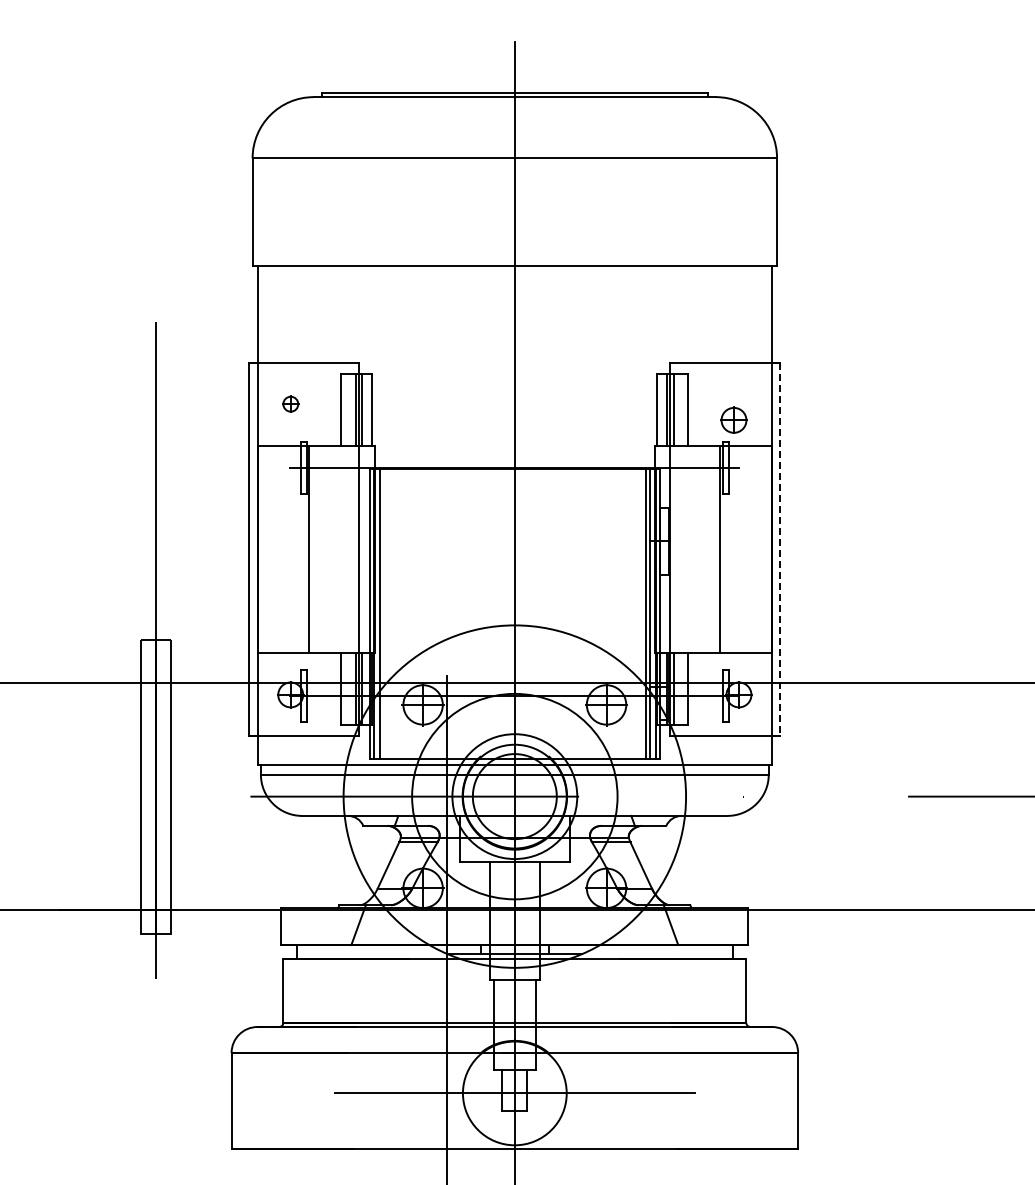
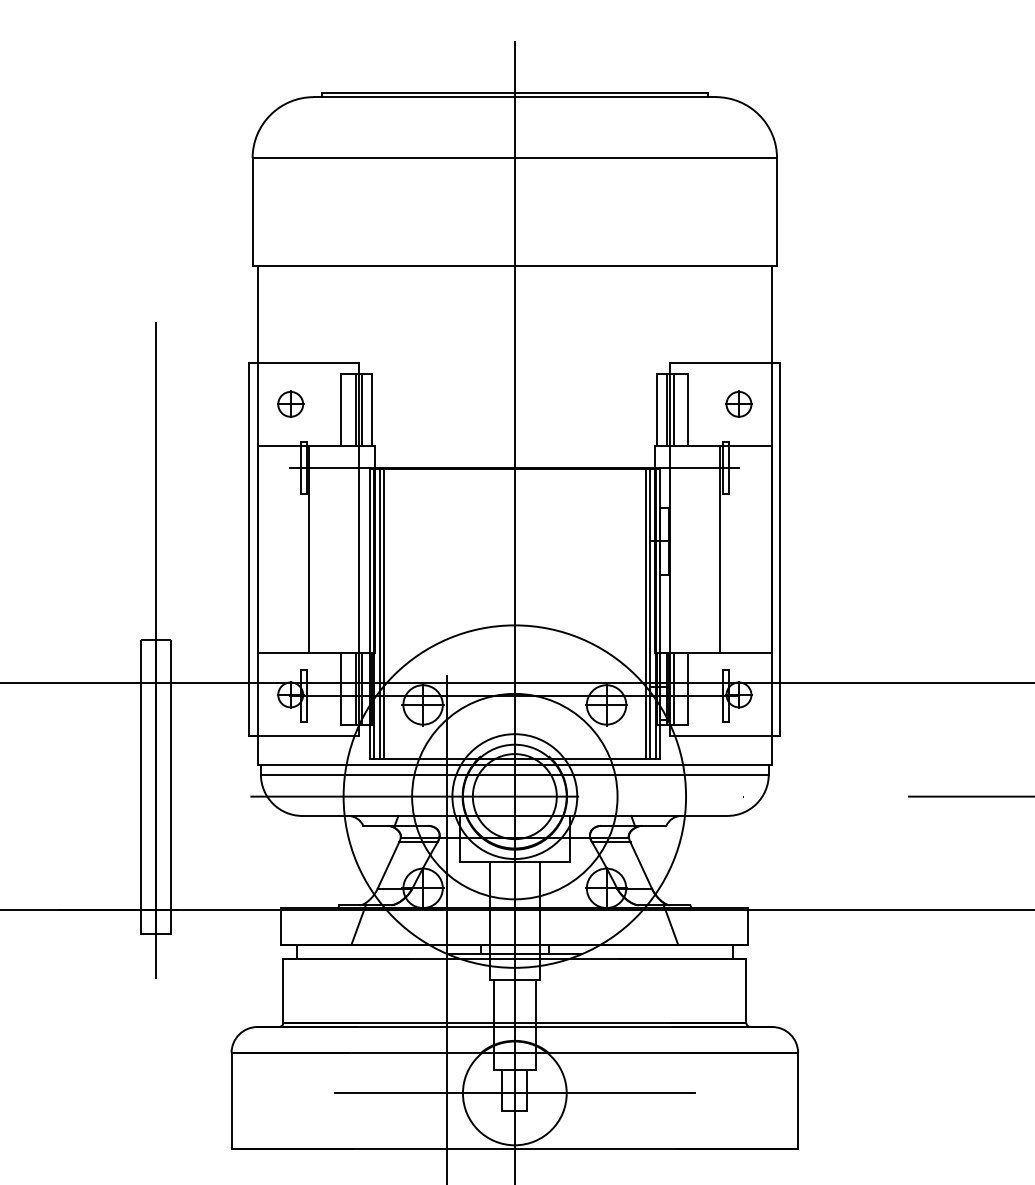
part at (290, 403) size: 18x18 px -> 28x28 px
part at (733, 419) position: (733, 419) -> (738, 403)
line at (780, 549): dashed -> solid
line at (384, 613): none -> present
